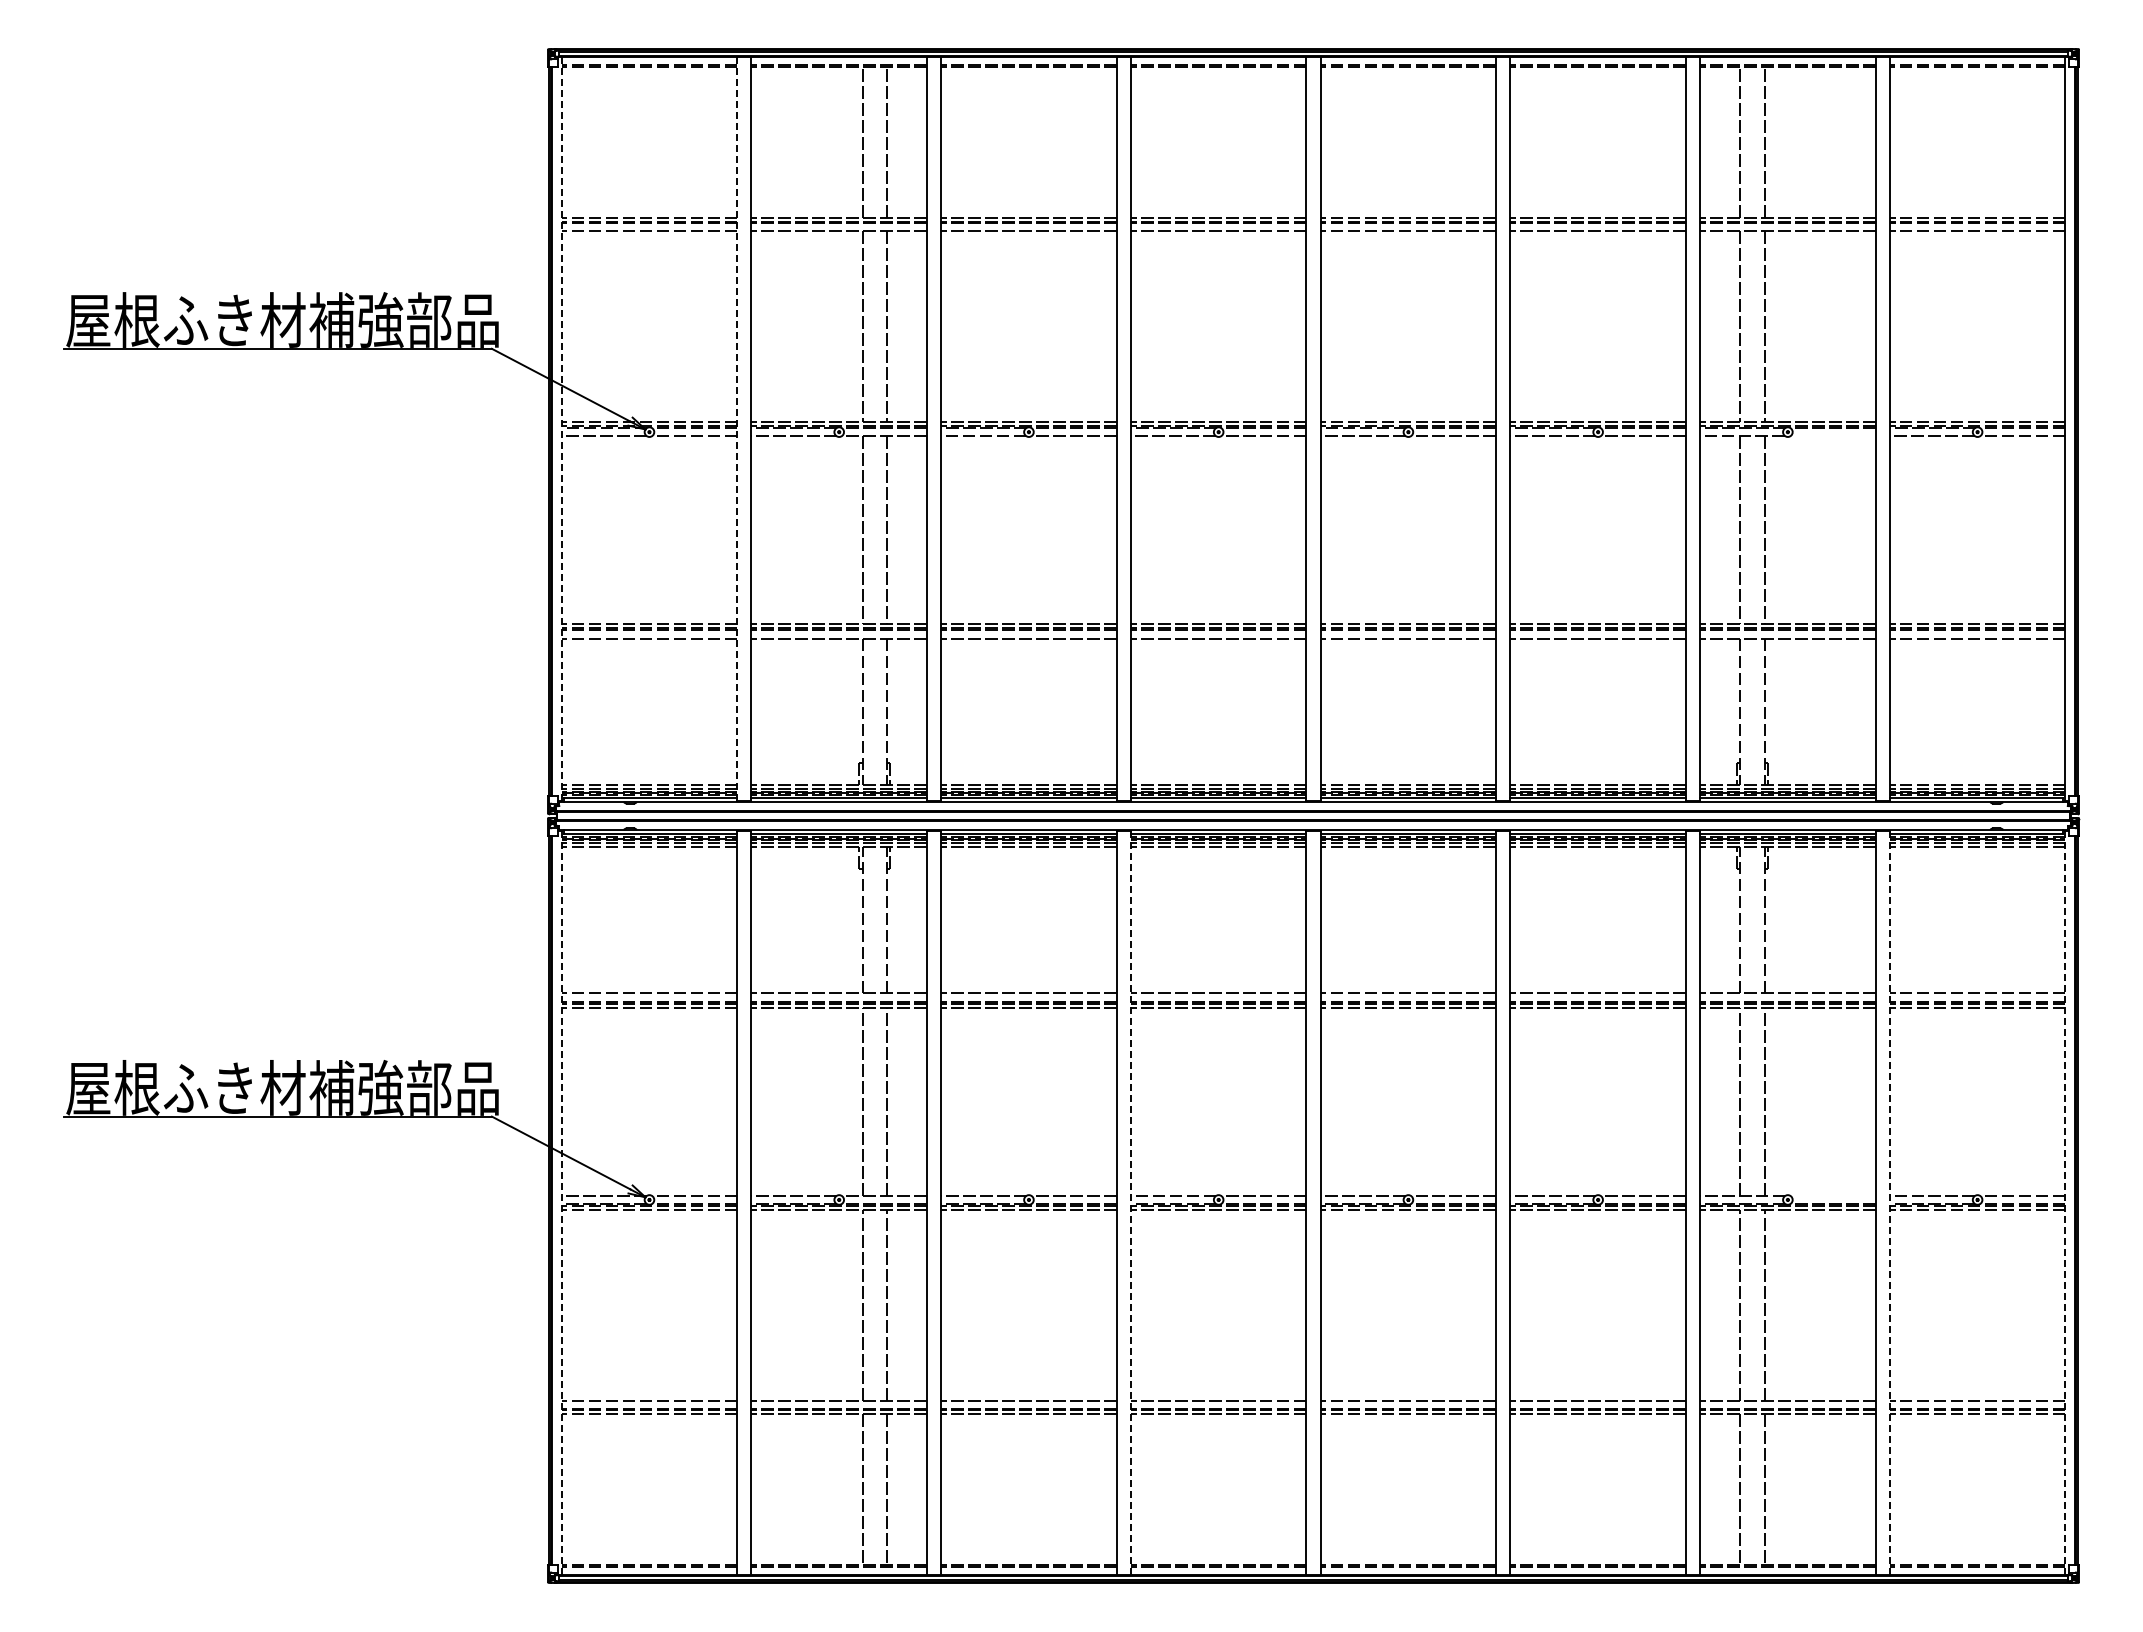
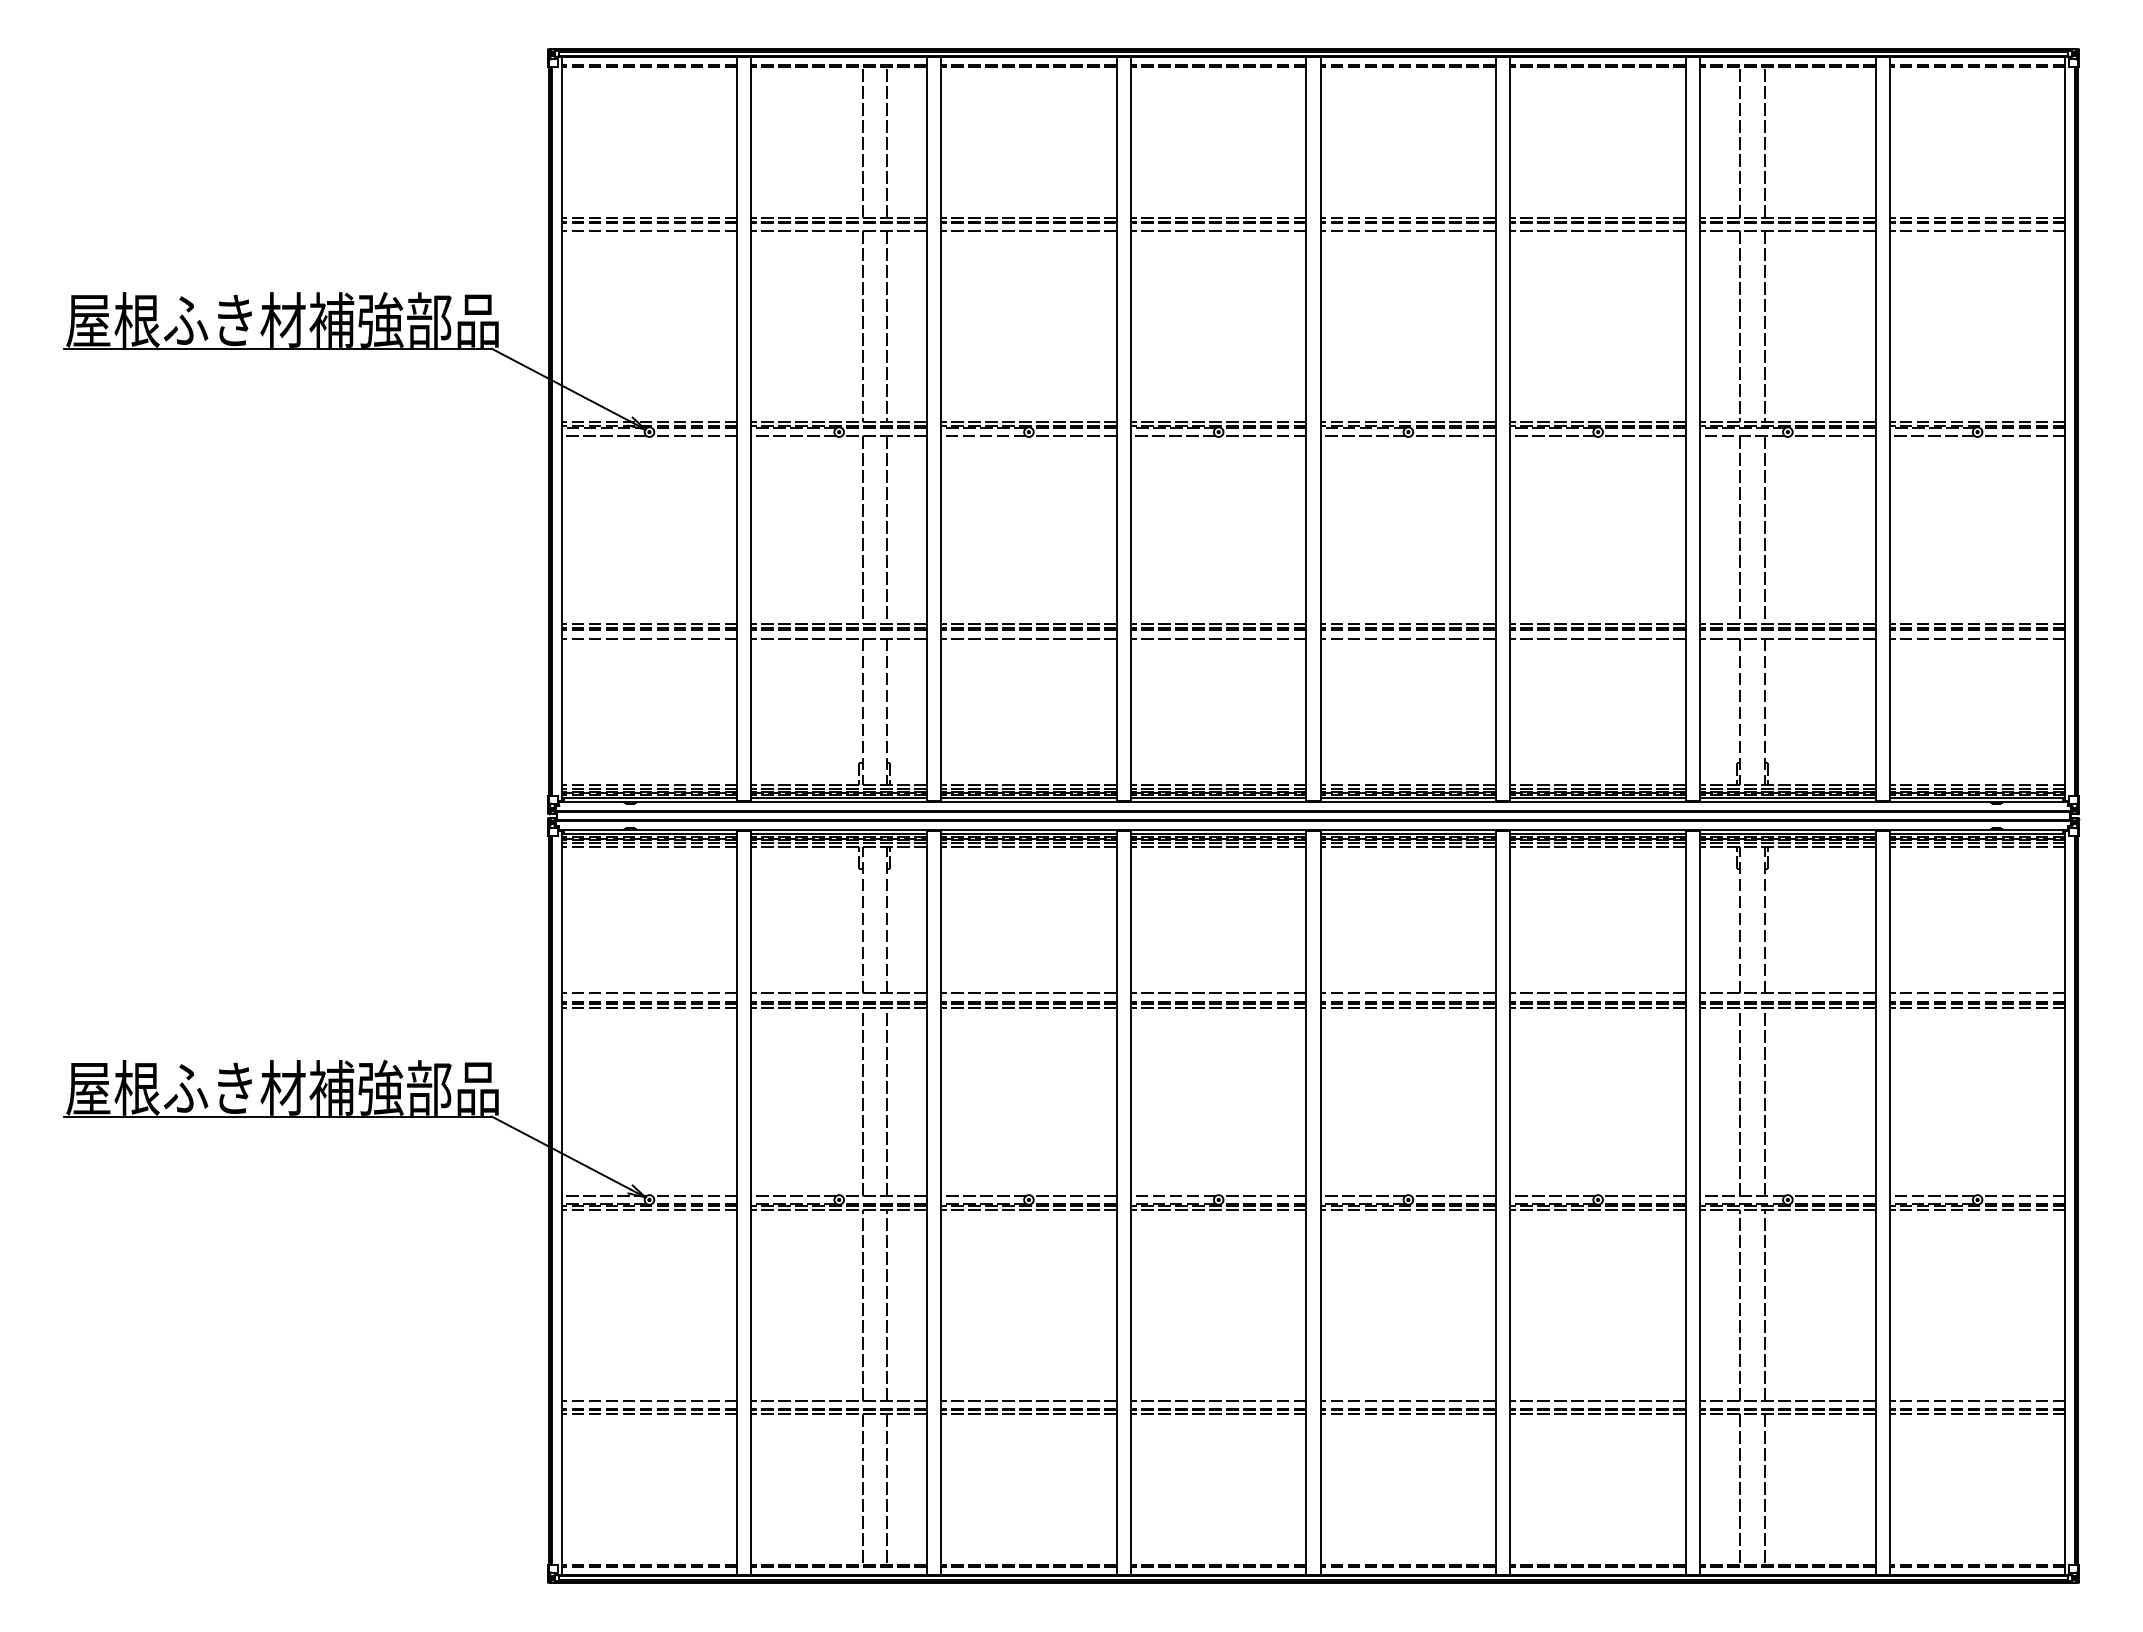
line at (561, 429): dashed -> solid
line at (737, 429): dashed -> solid
line at (1832, 436): none -> present
line at (1832, 1195): none -> present
line at (561, 1202): dashed -> solid
line at (1130, 1202): dashed -> solid
line at (1889, 1202): dashed -> solid
line at (2065, 1202): dashed -> solid
